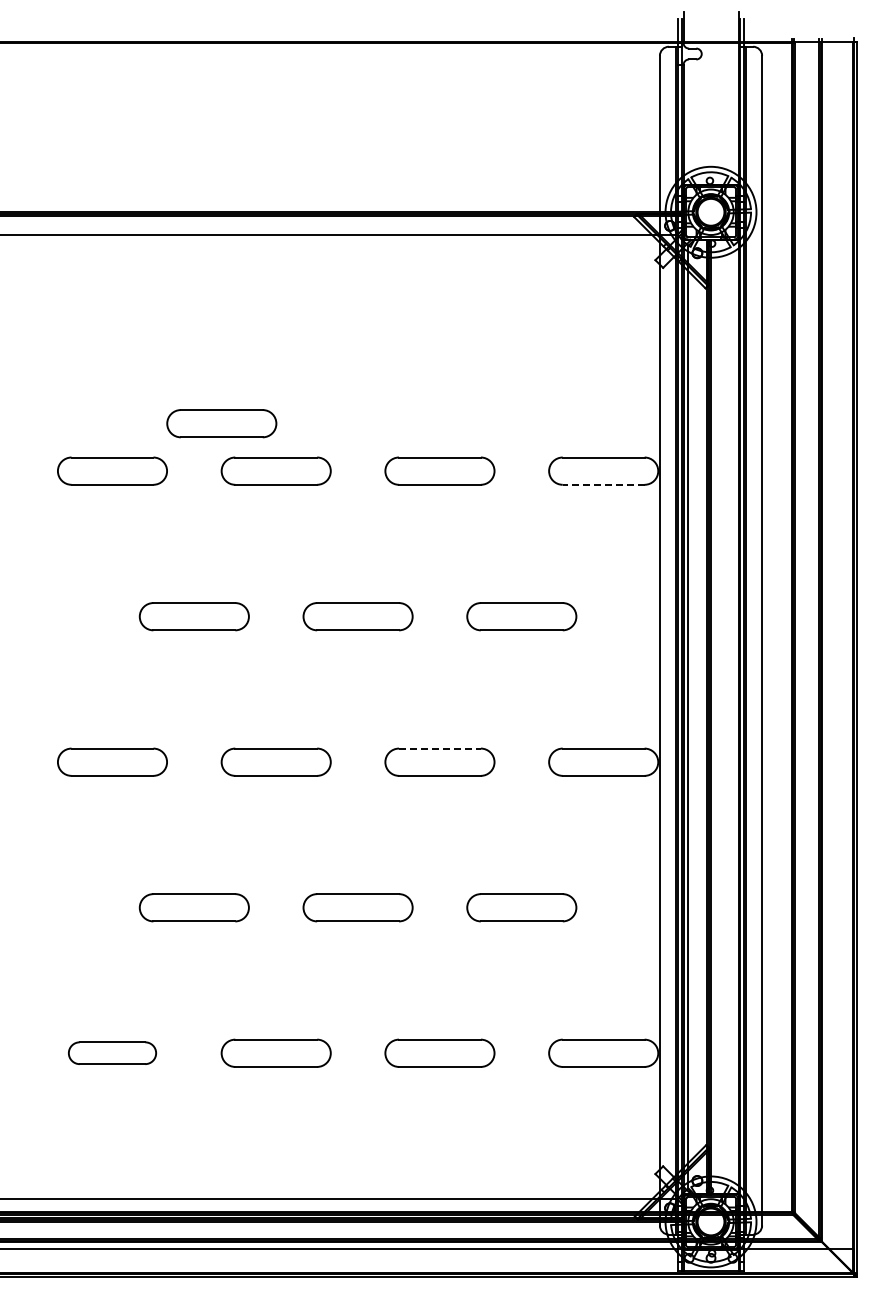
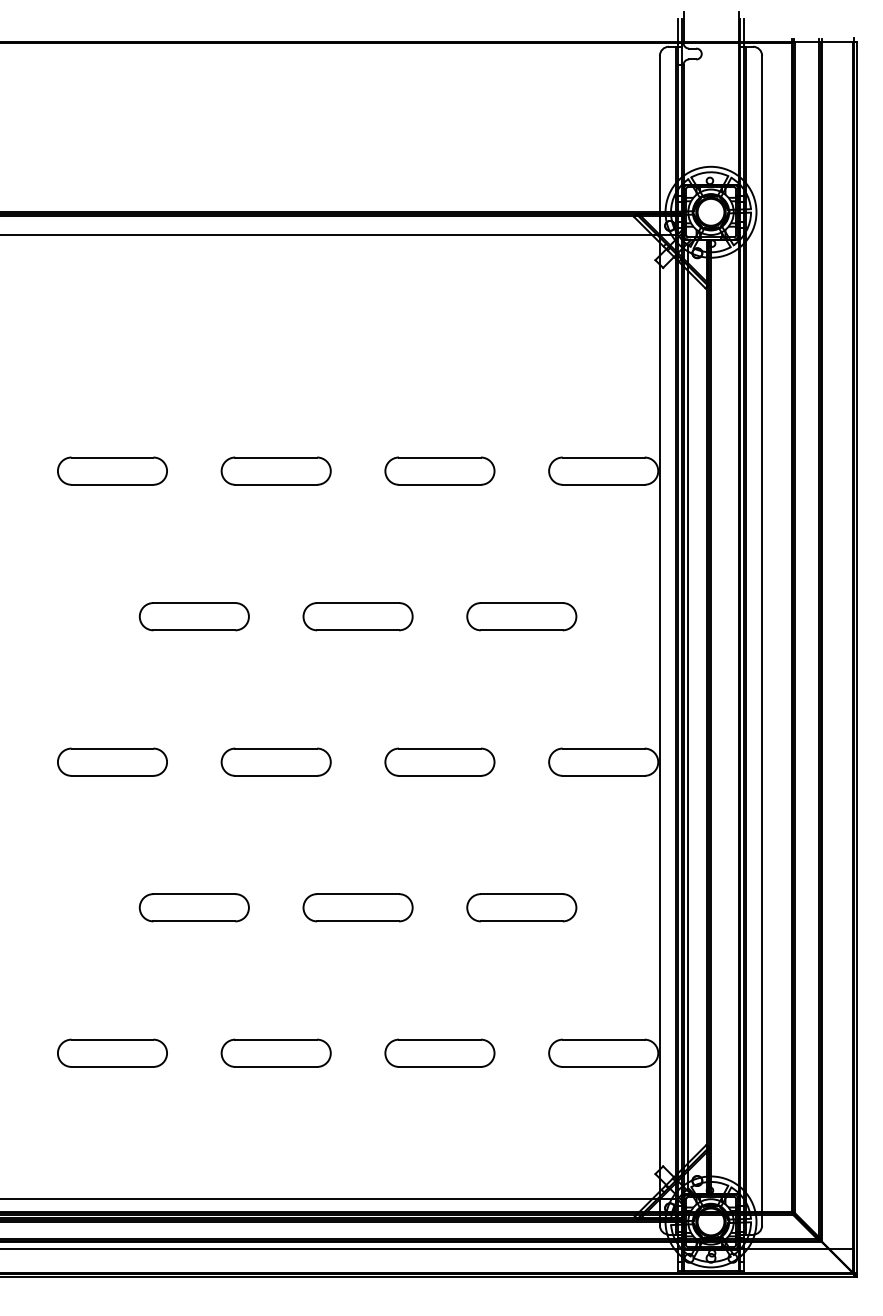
part at (221, 423): present -> none
line at (603, 484): dashed -> solid
line at (439, 748): dashed -> solid
part at (112, 1052) size: 90x24 px -> 111x30 px
